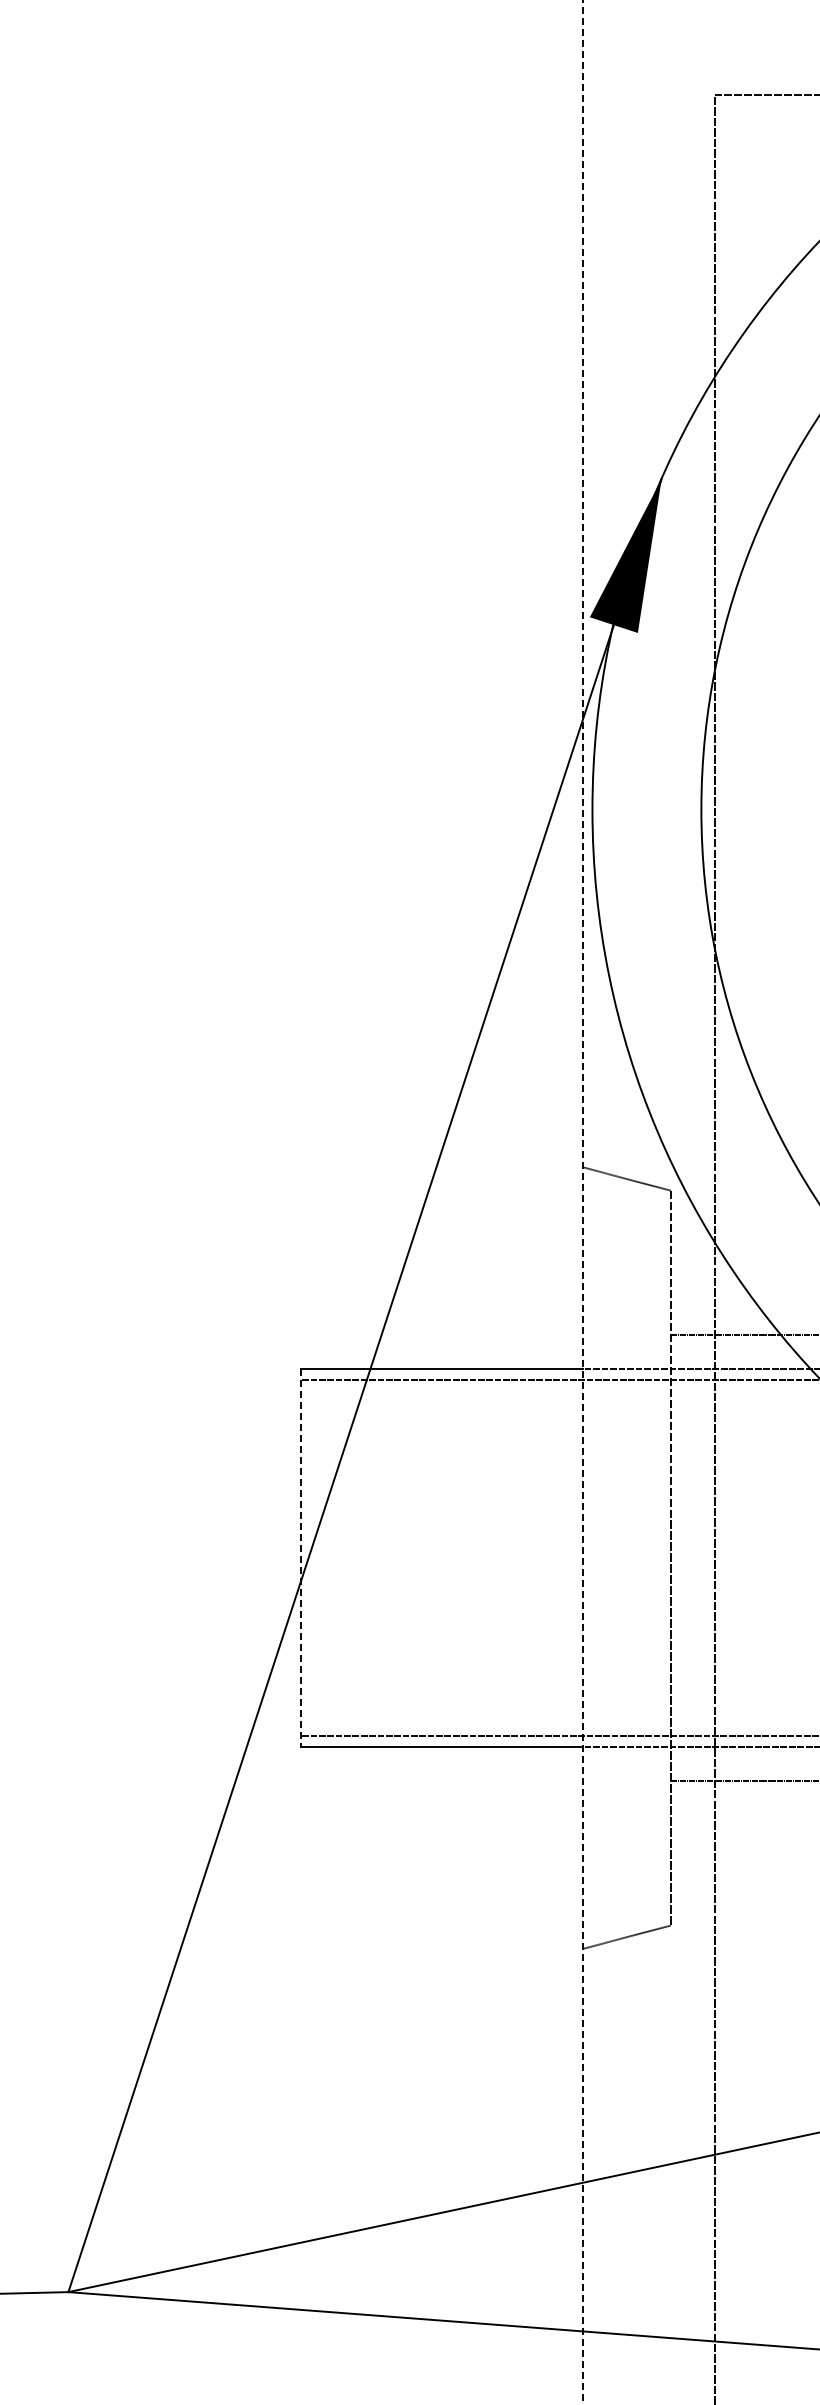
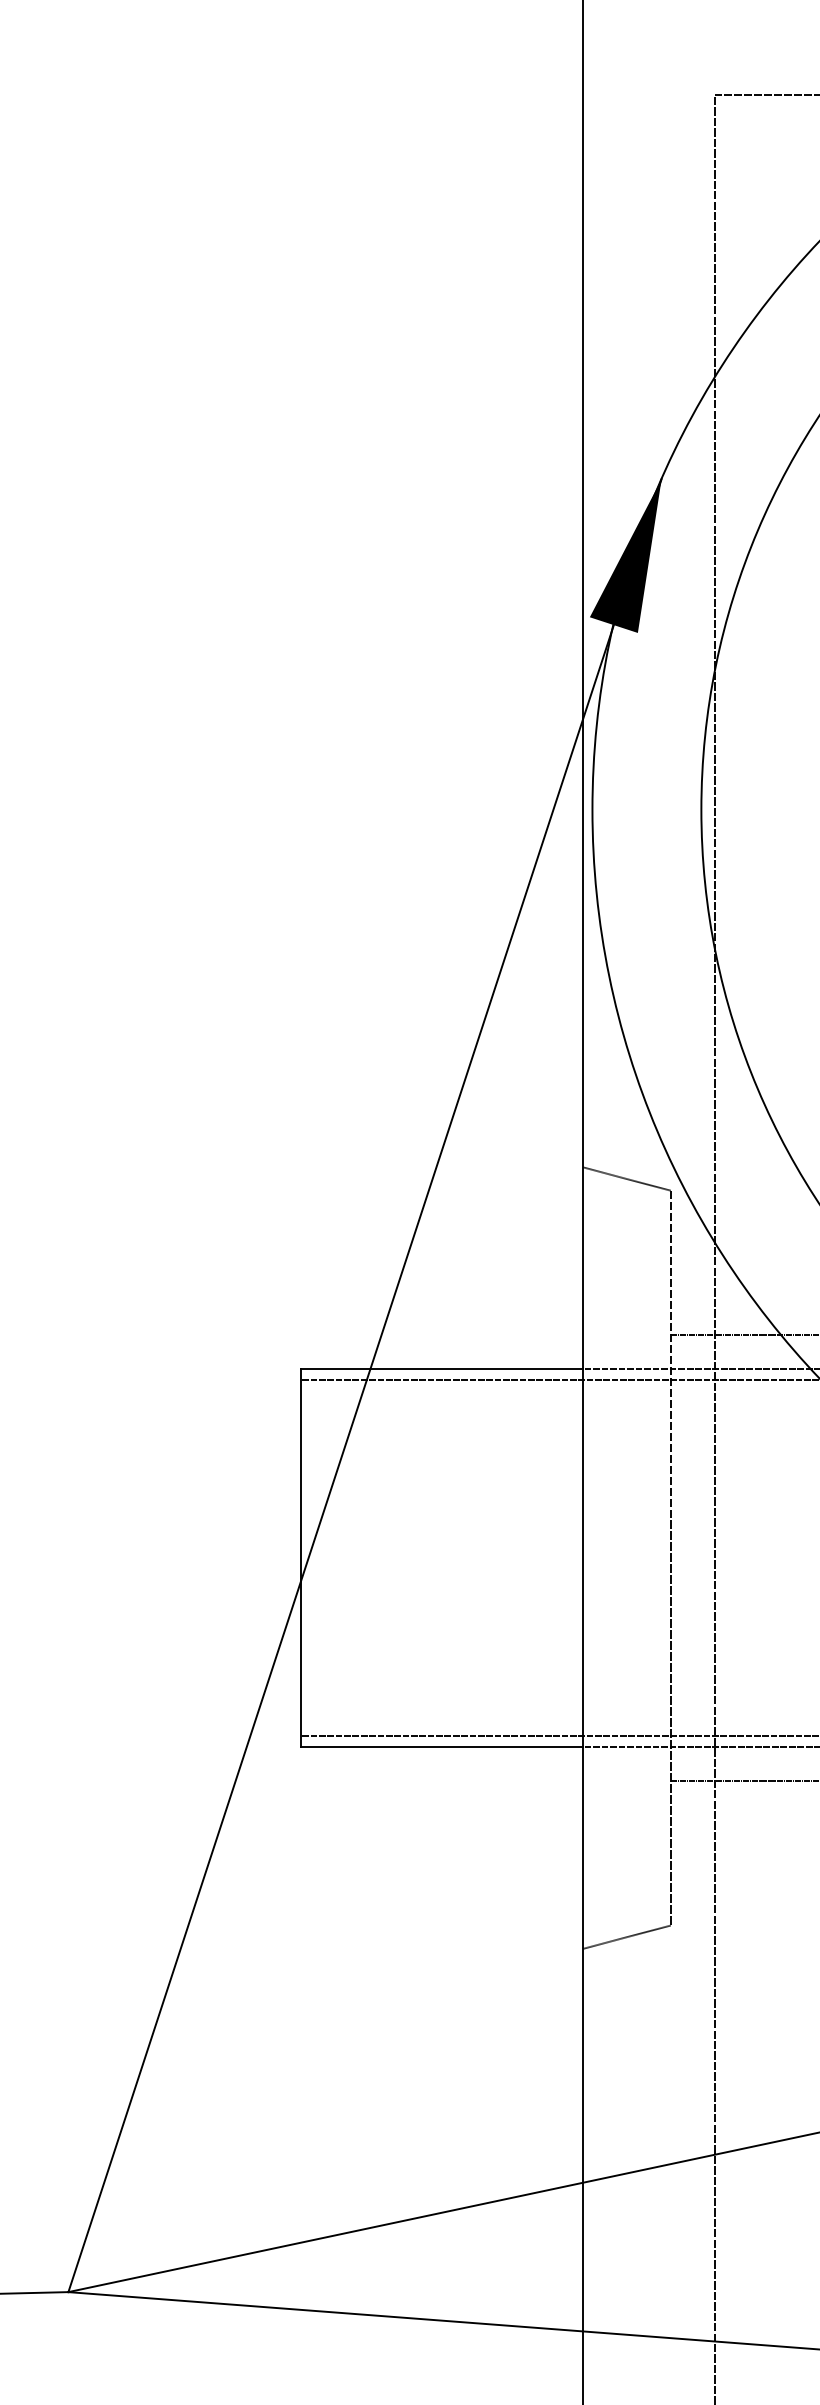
line at (582, 1202): dashed -> solid
line at (300, 1558): dashed -> solid
